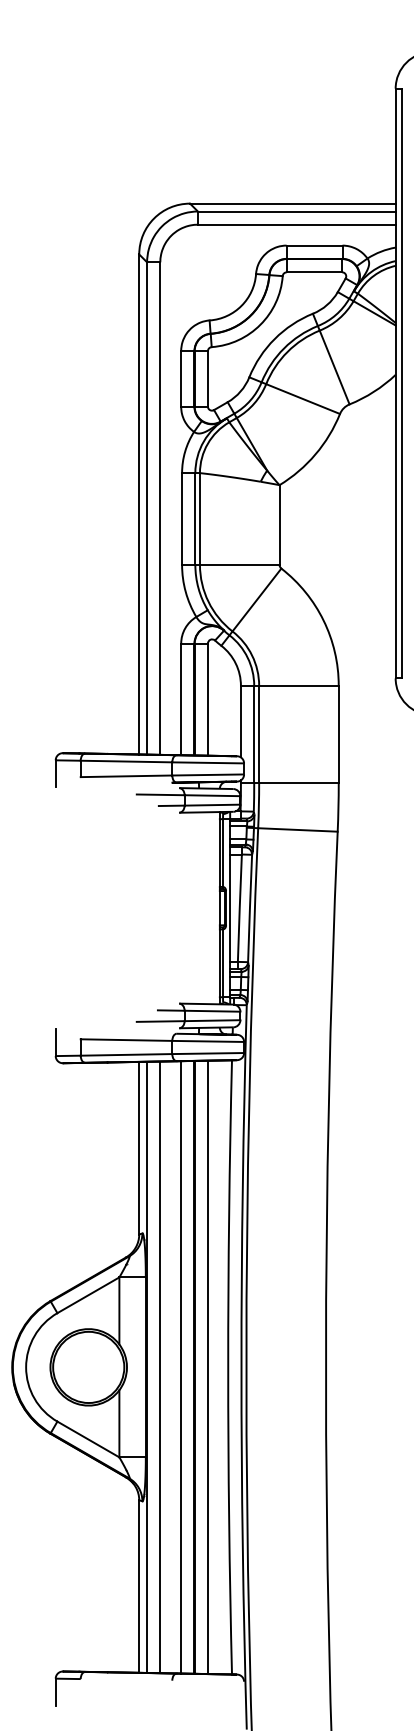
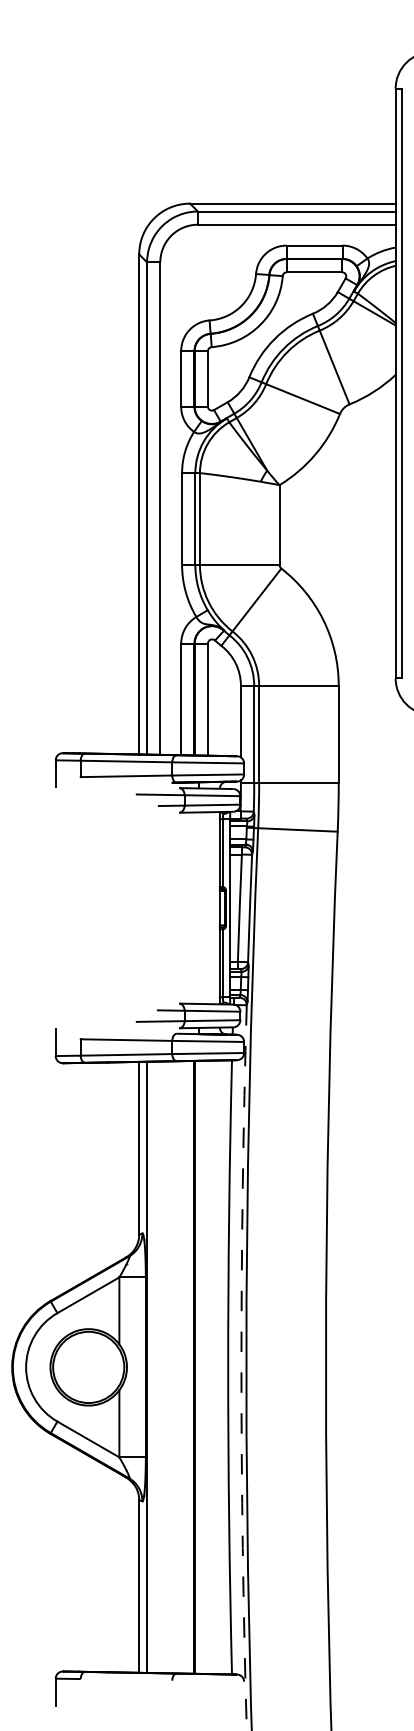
line at (160, 1367): present -> none
line at (181, 1367): present -> none
line at (207, 1367): present -> none
arc at (241, 1367): solid -> dashed
